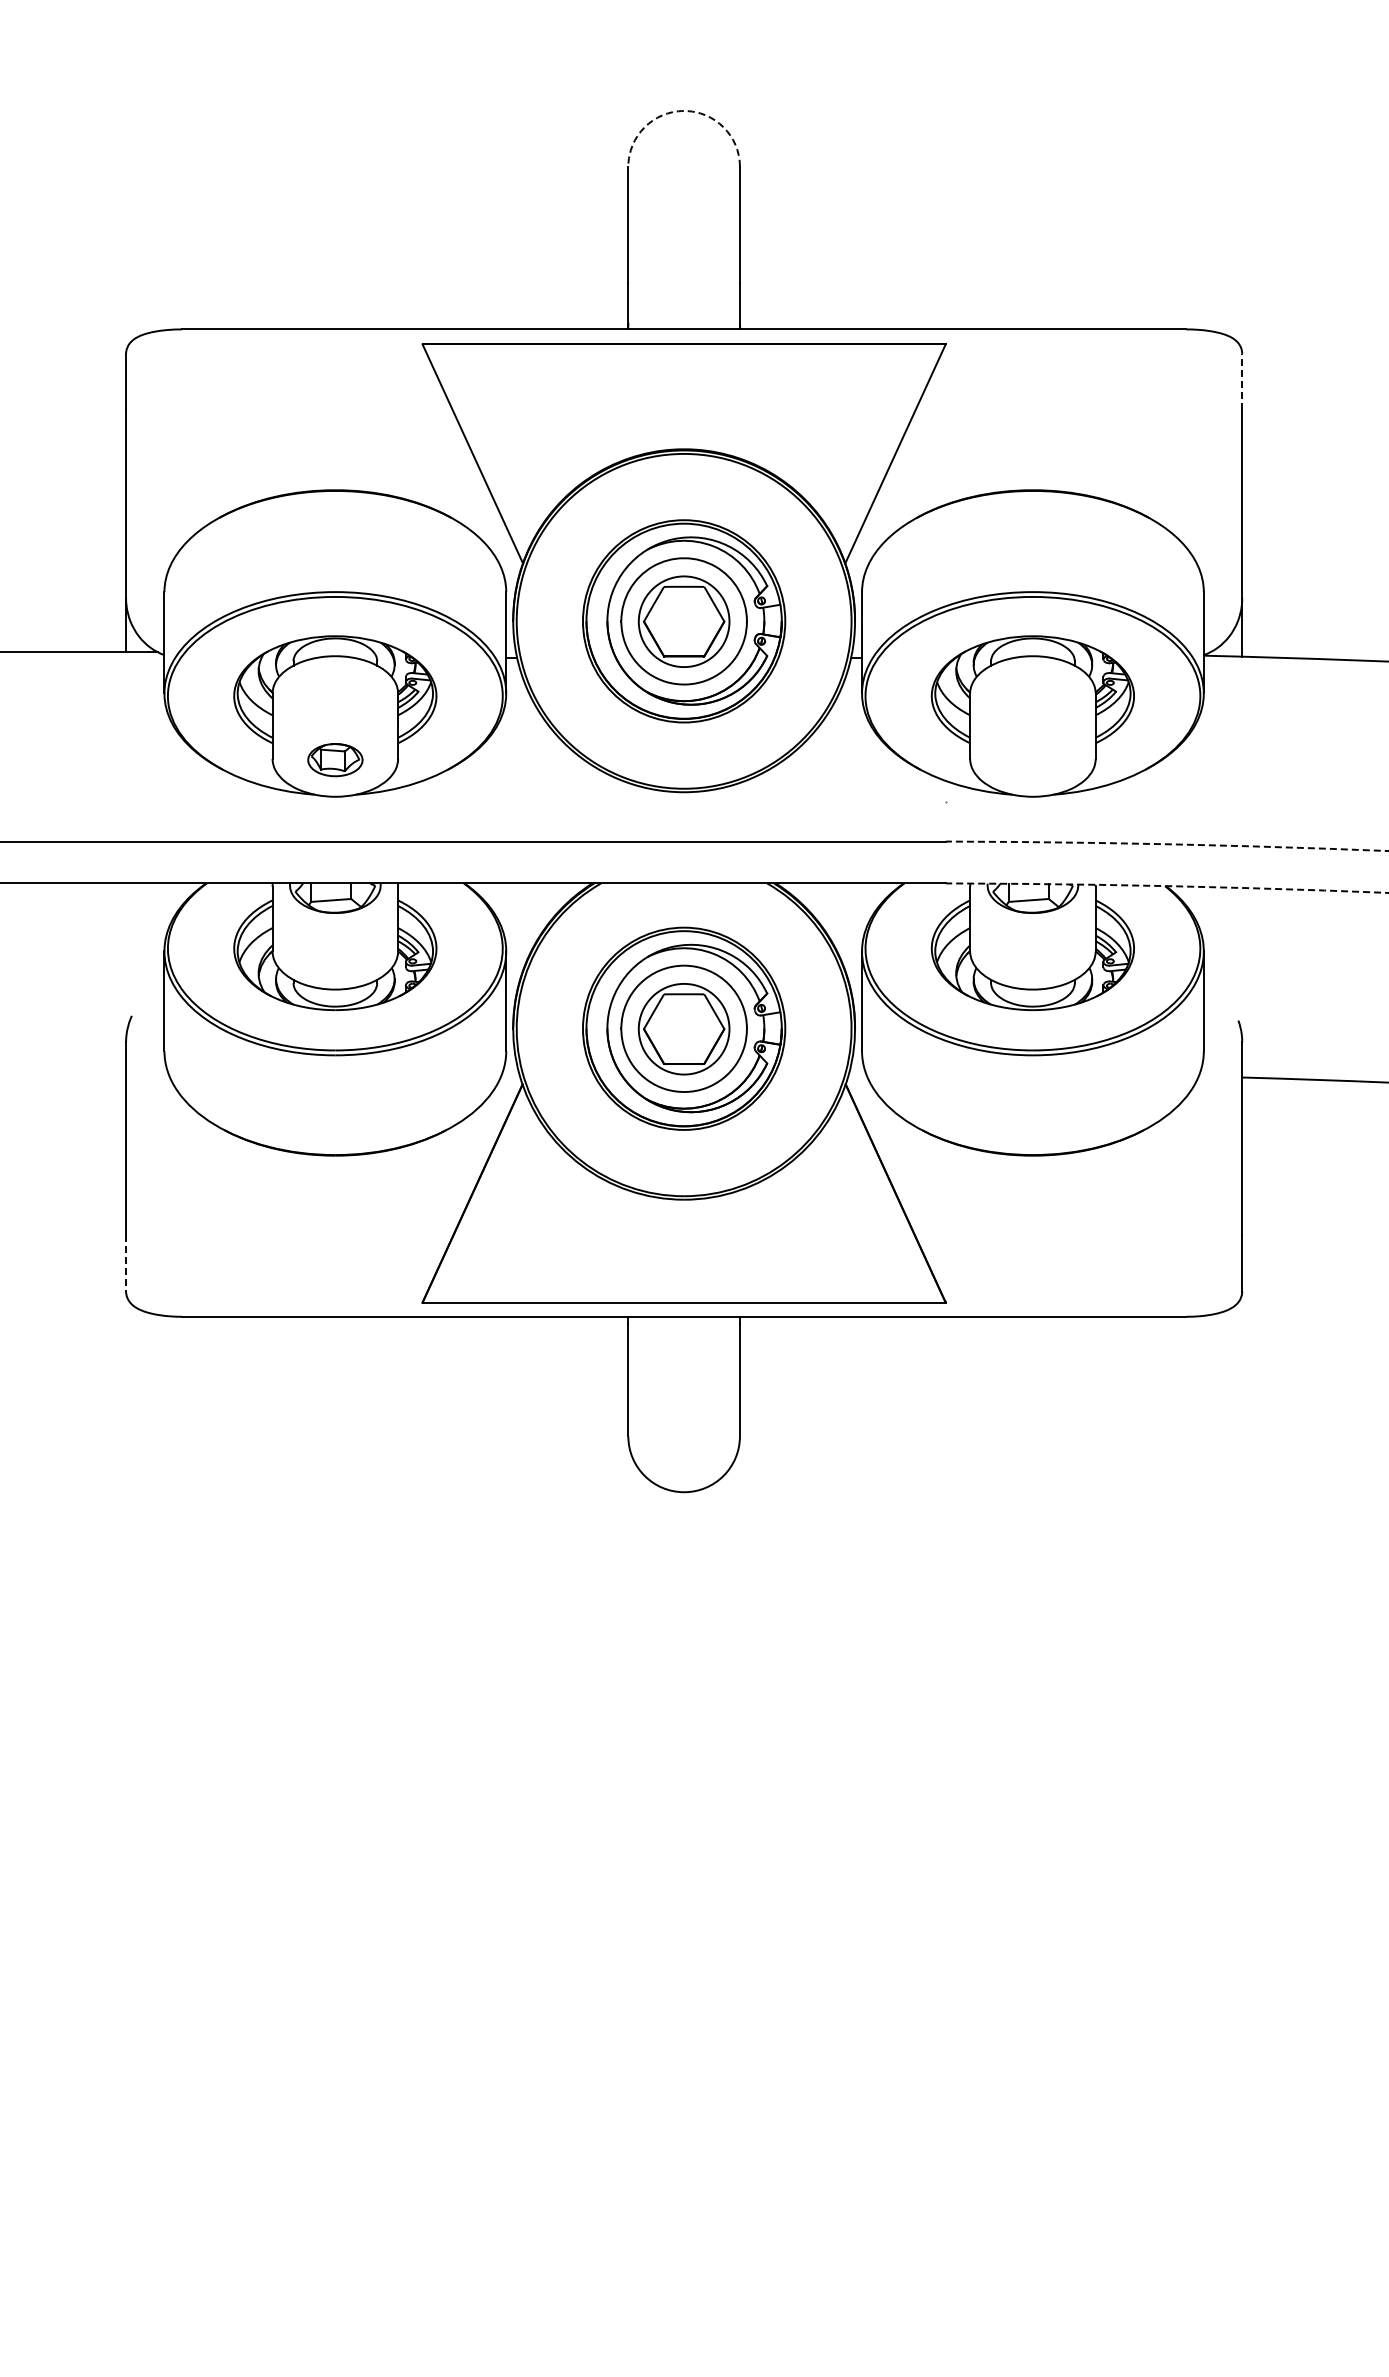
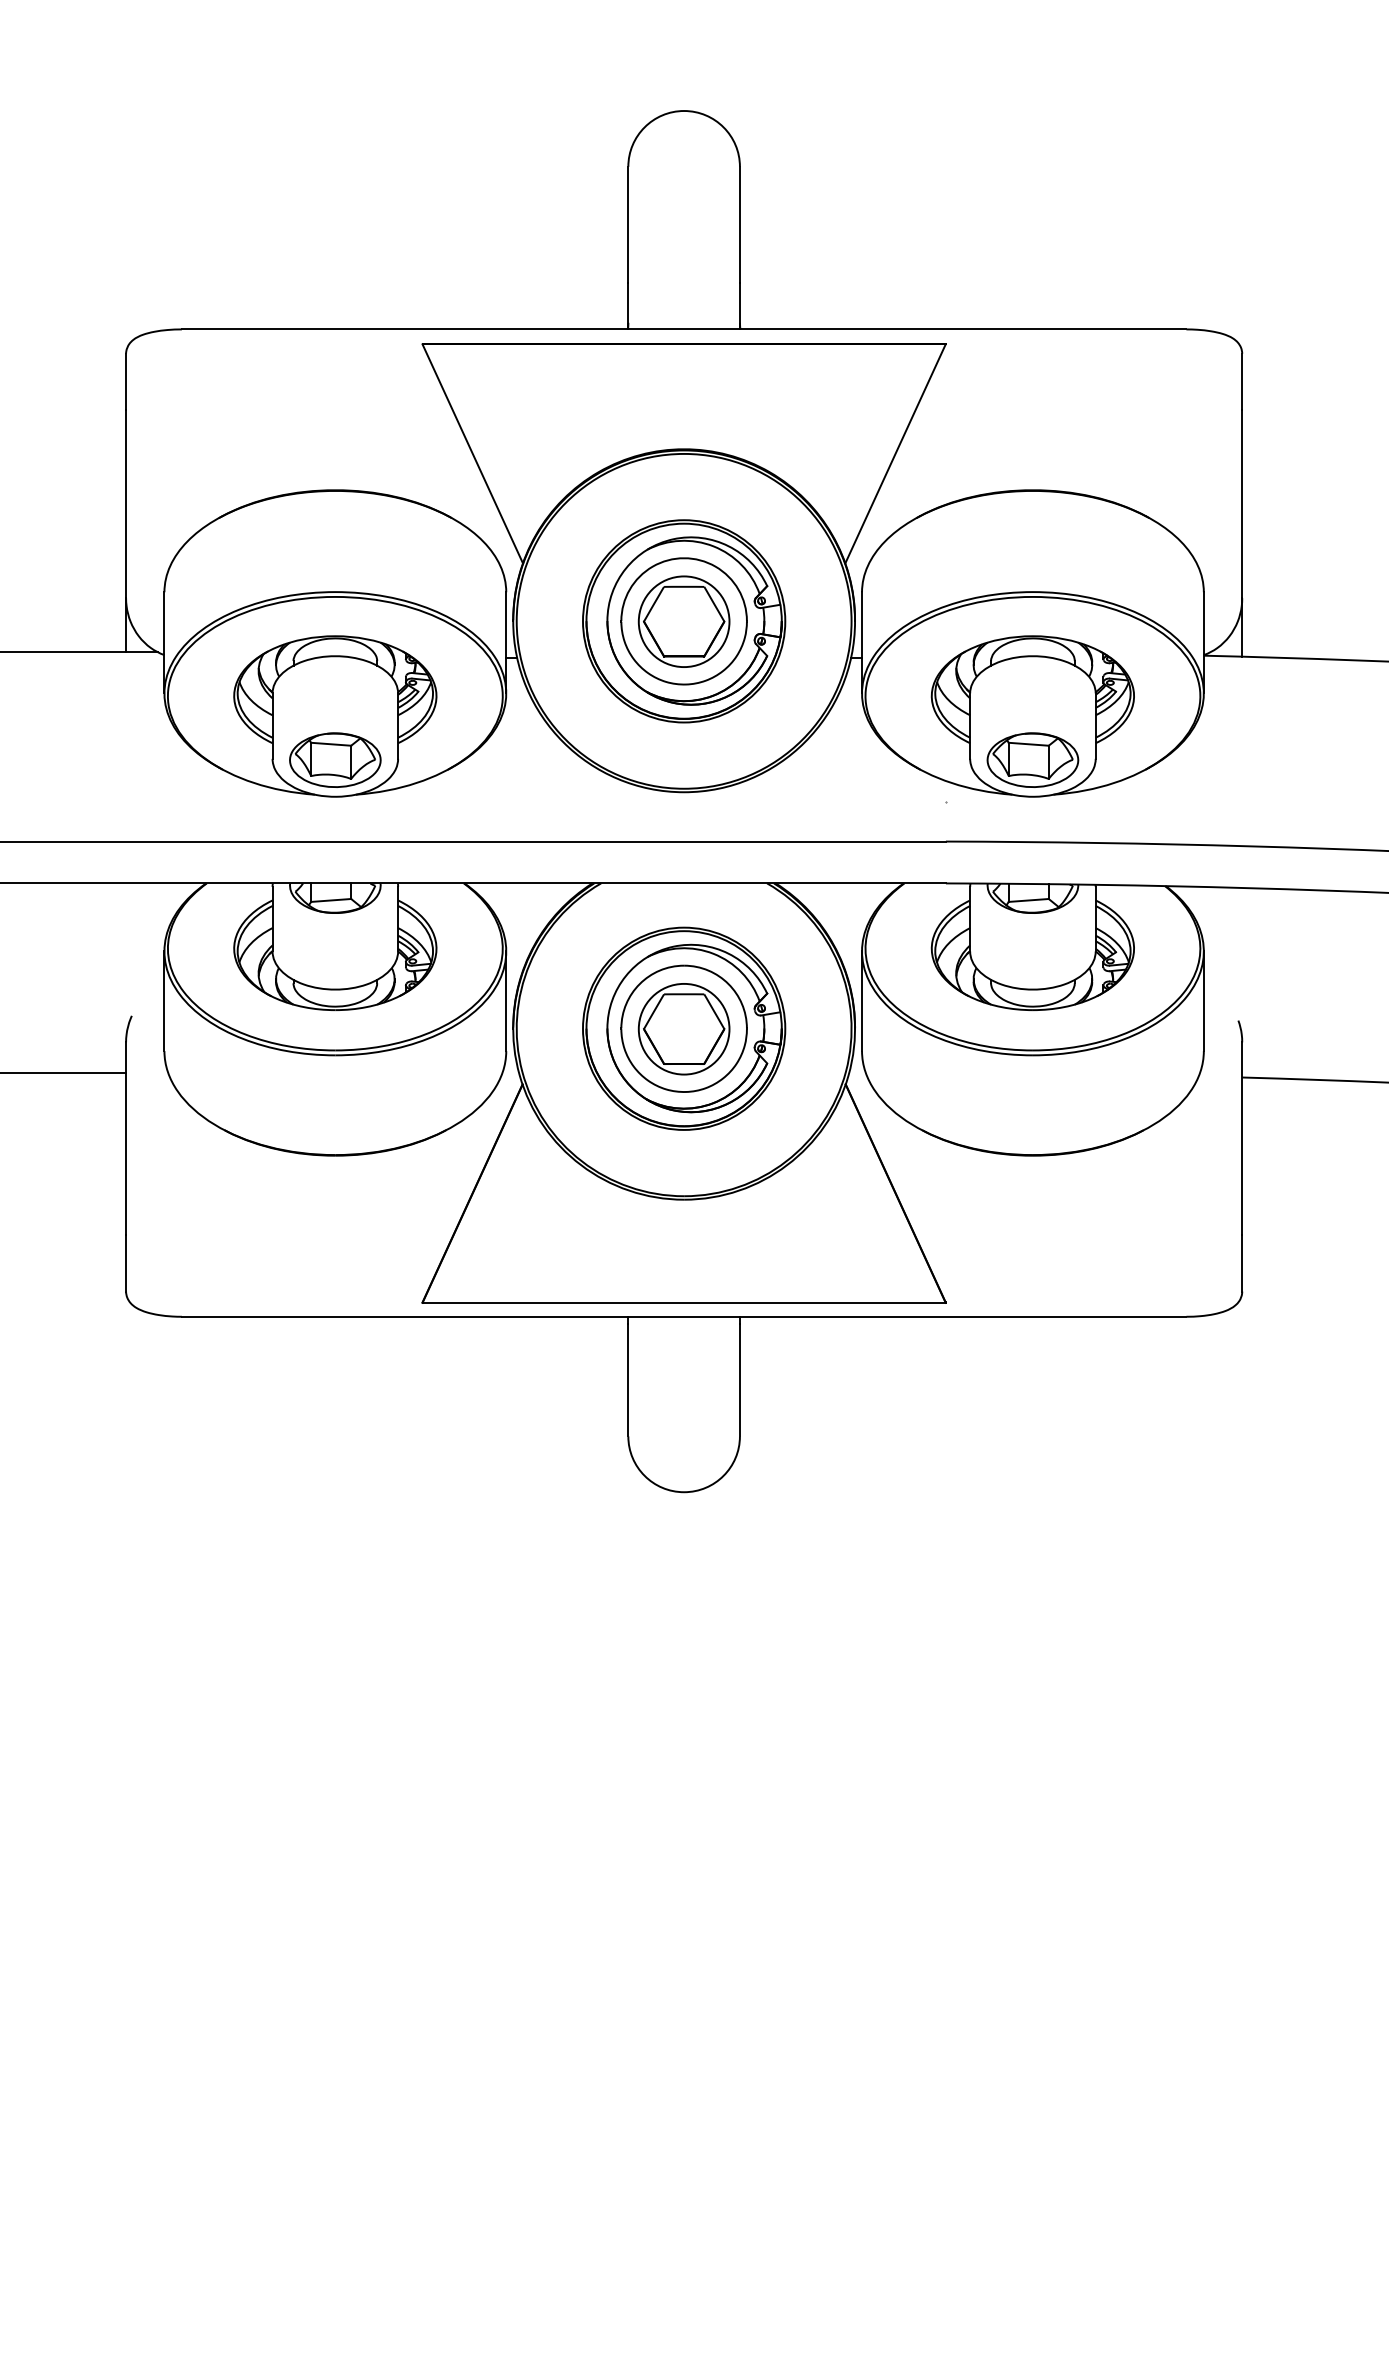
arc at (684, 111): dashed -> solid
line at (1242, 381): dashed -> solid
part at (1032, 759): none -> present
part at (335, 760) size: 57x35 px -> 93x56 px
arc at (1167, 844): dashed -> solid
arc at (1167, 886): dashed -> solid
line at (64, 1072): none -> present
line at (126, 1263): dashed -> solid
